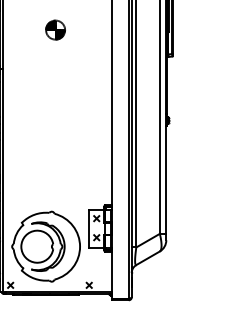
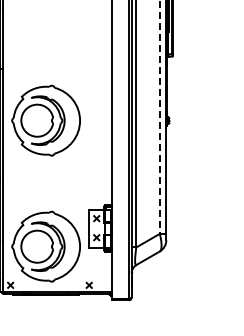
part at (55, 29): present -> none
line at (159, 117): solid -> dashed
part at (45, 120): none -> present
